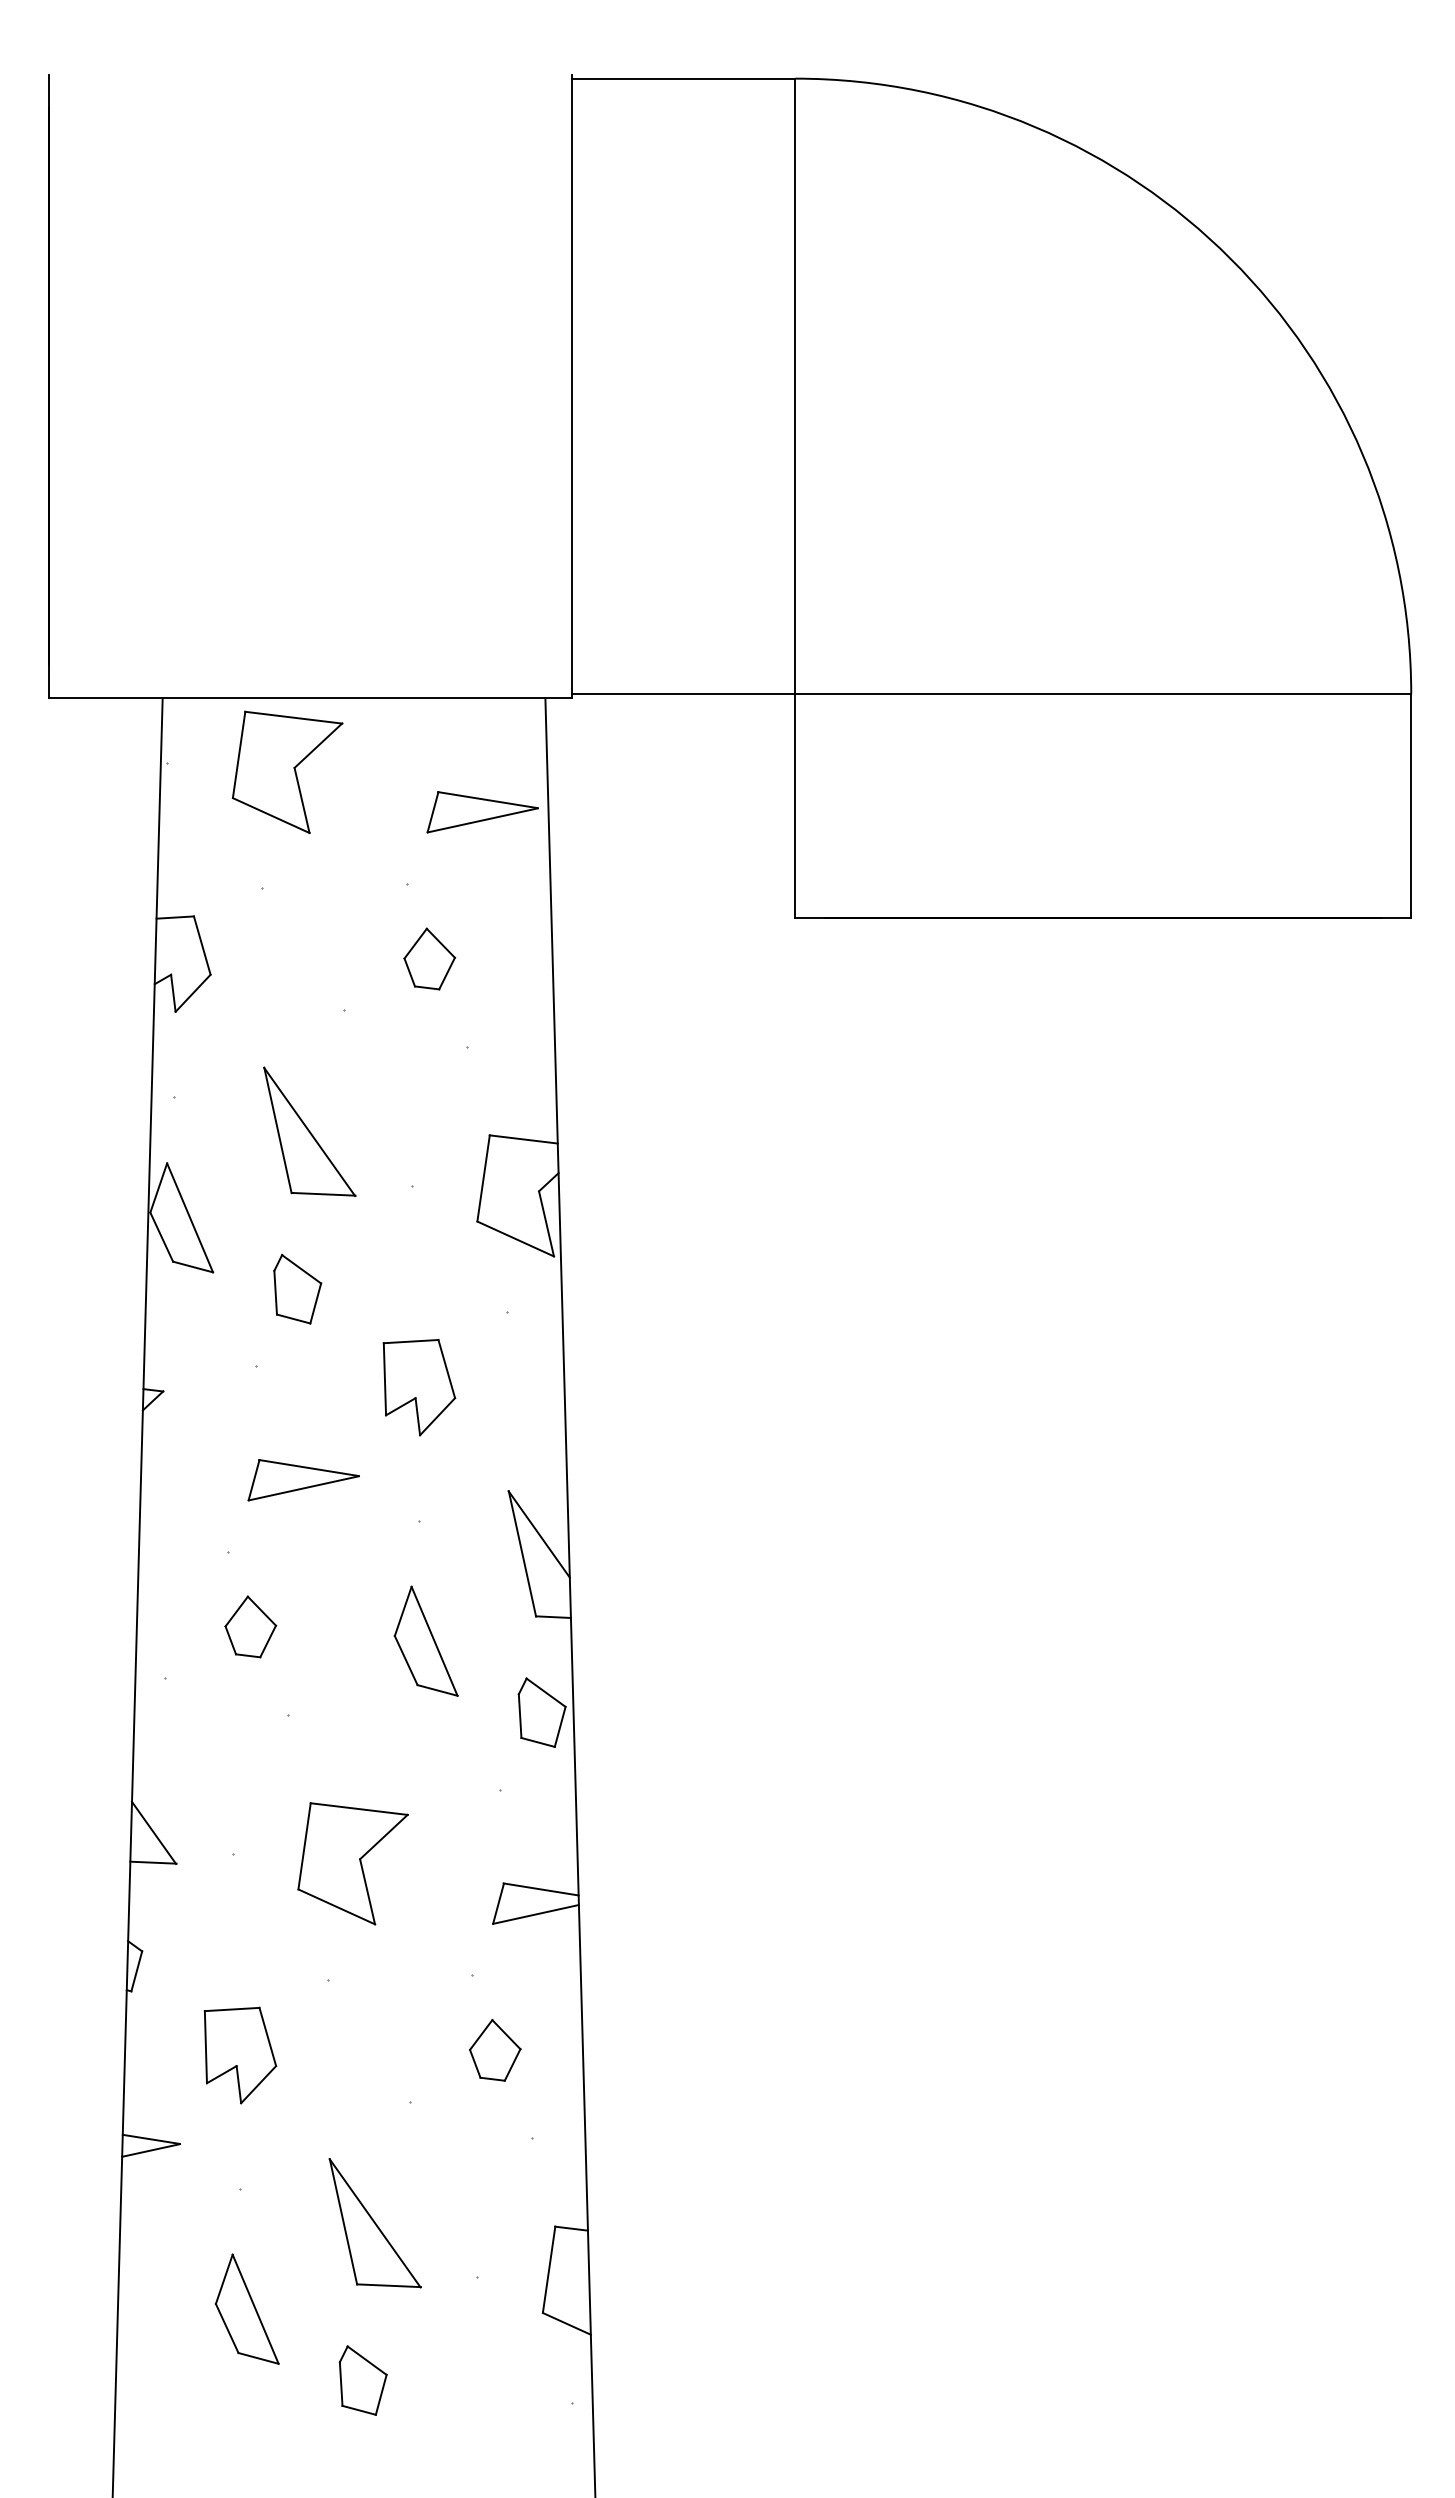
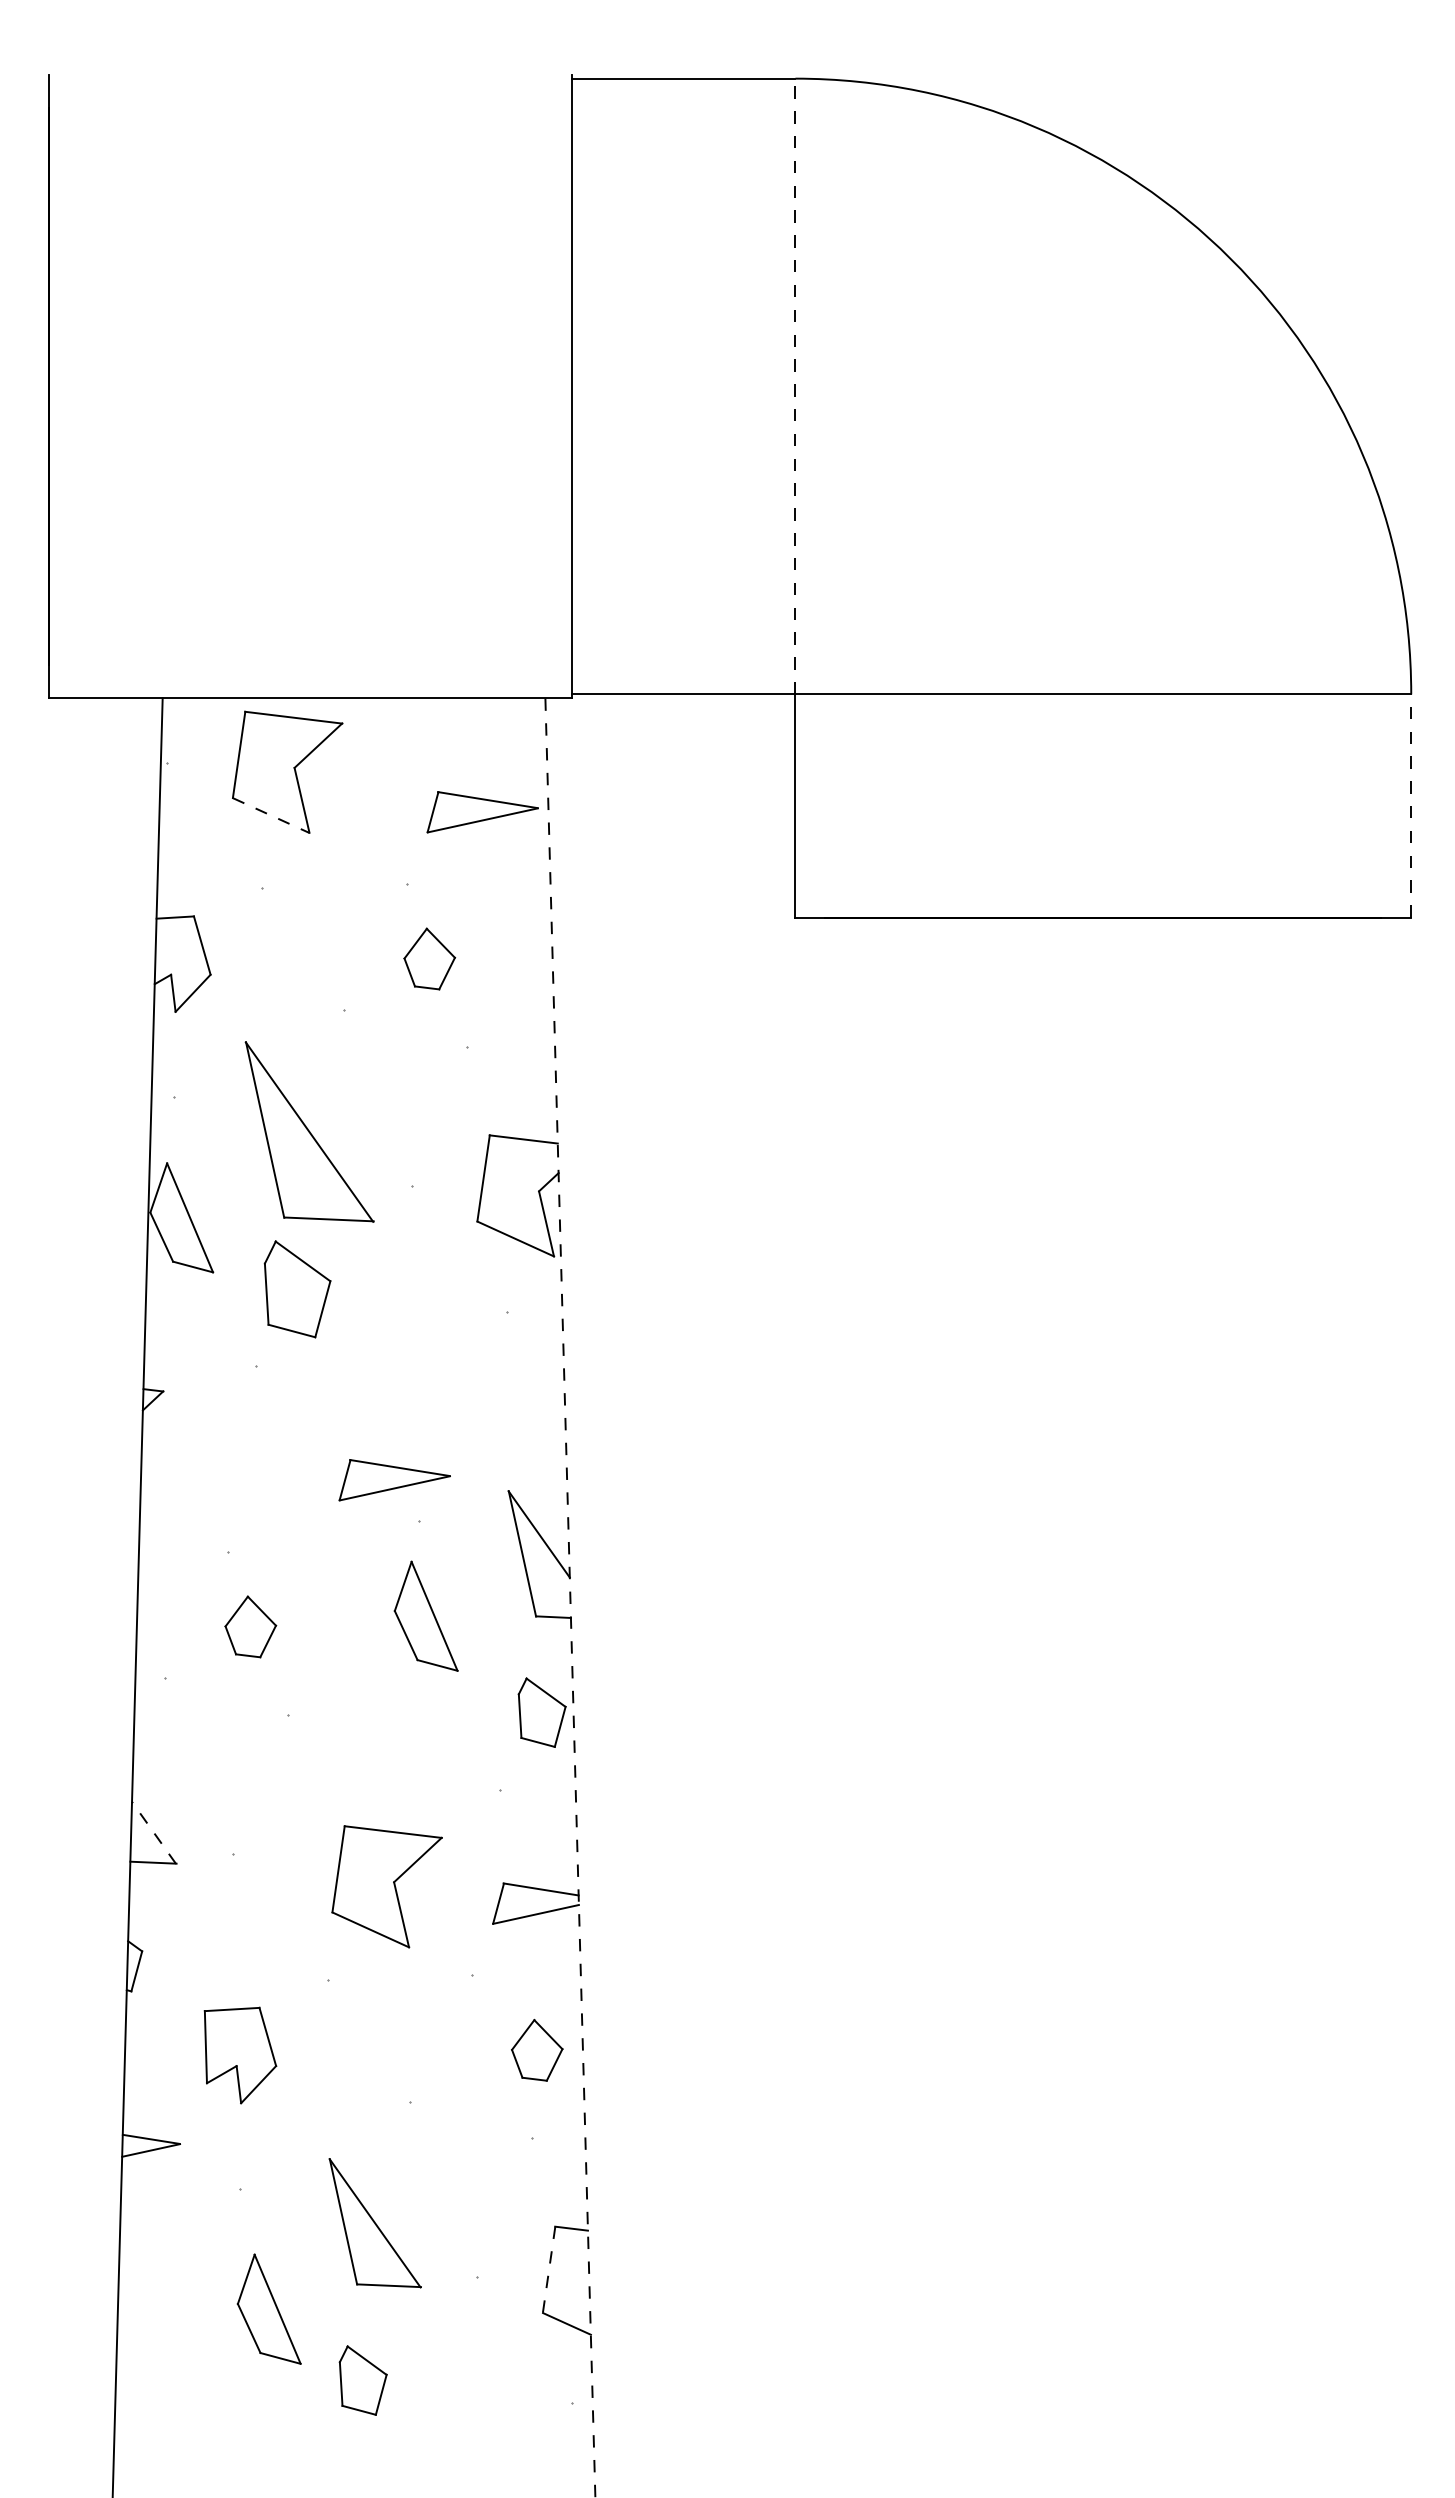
line at (795, 386): solid -> dashed
line at (1411, 806): solid -> dashed
line at (271, 815): solid -> dashed
part at (309, 1131) size: 94x131 px -> 131x182 px
part at (297, 1288) size: 50x72 px -> 69x99 px
part at (419, 1387): present -> none
part at (303, 1480) position: (303, 1480) -> (394, 1480)
line at (570, 1597): solid -> dashed
part at (425, 1640) position: (425, 1640) -> (425, 1615)
line at (153, 1832): solid -> dashed
part at (352, 1863) position: (352, 1863) -> (386, 1886)
part at (495, 2050) position: (495, 2050) -> (537, 2050)
line at (549, 2269): solid -> dashed
part at (246, 2308) position: (246, 2308) -> (268, 2308)
